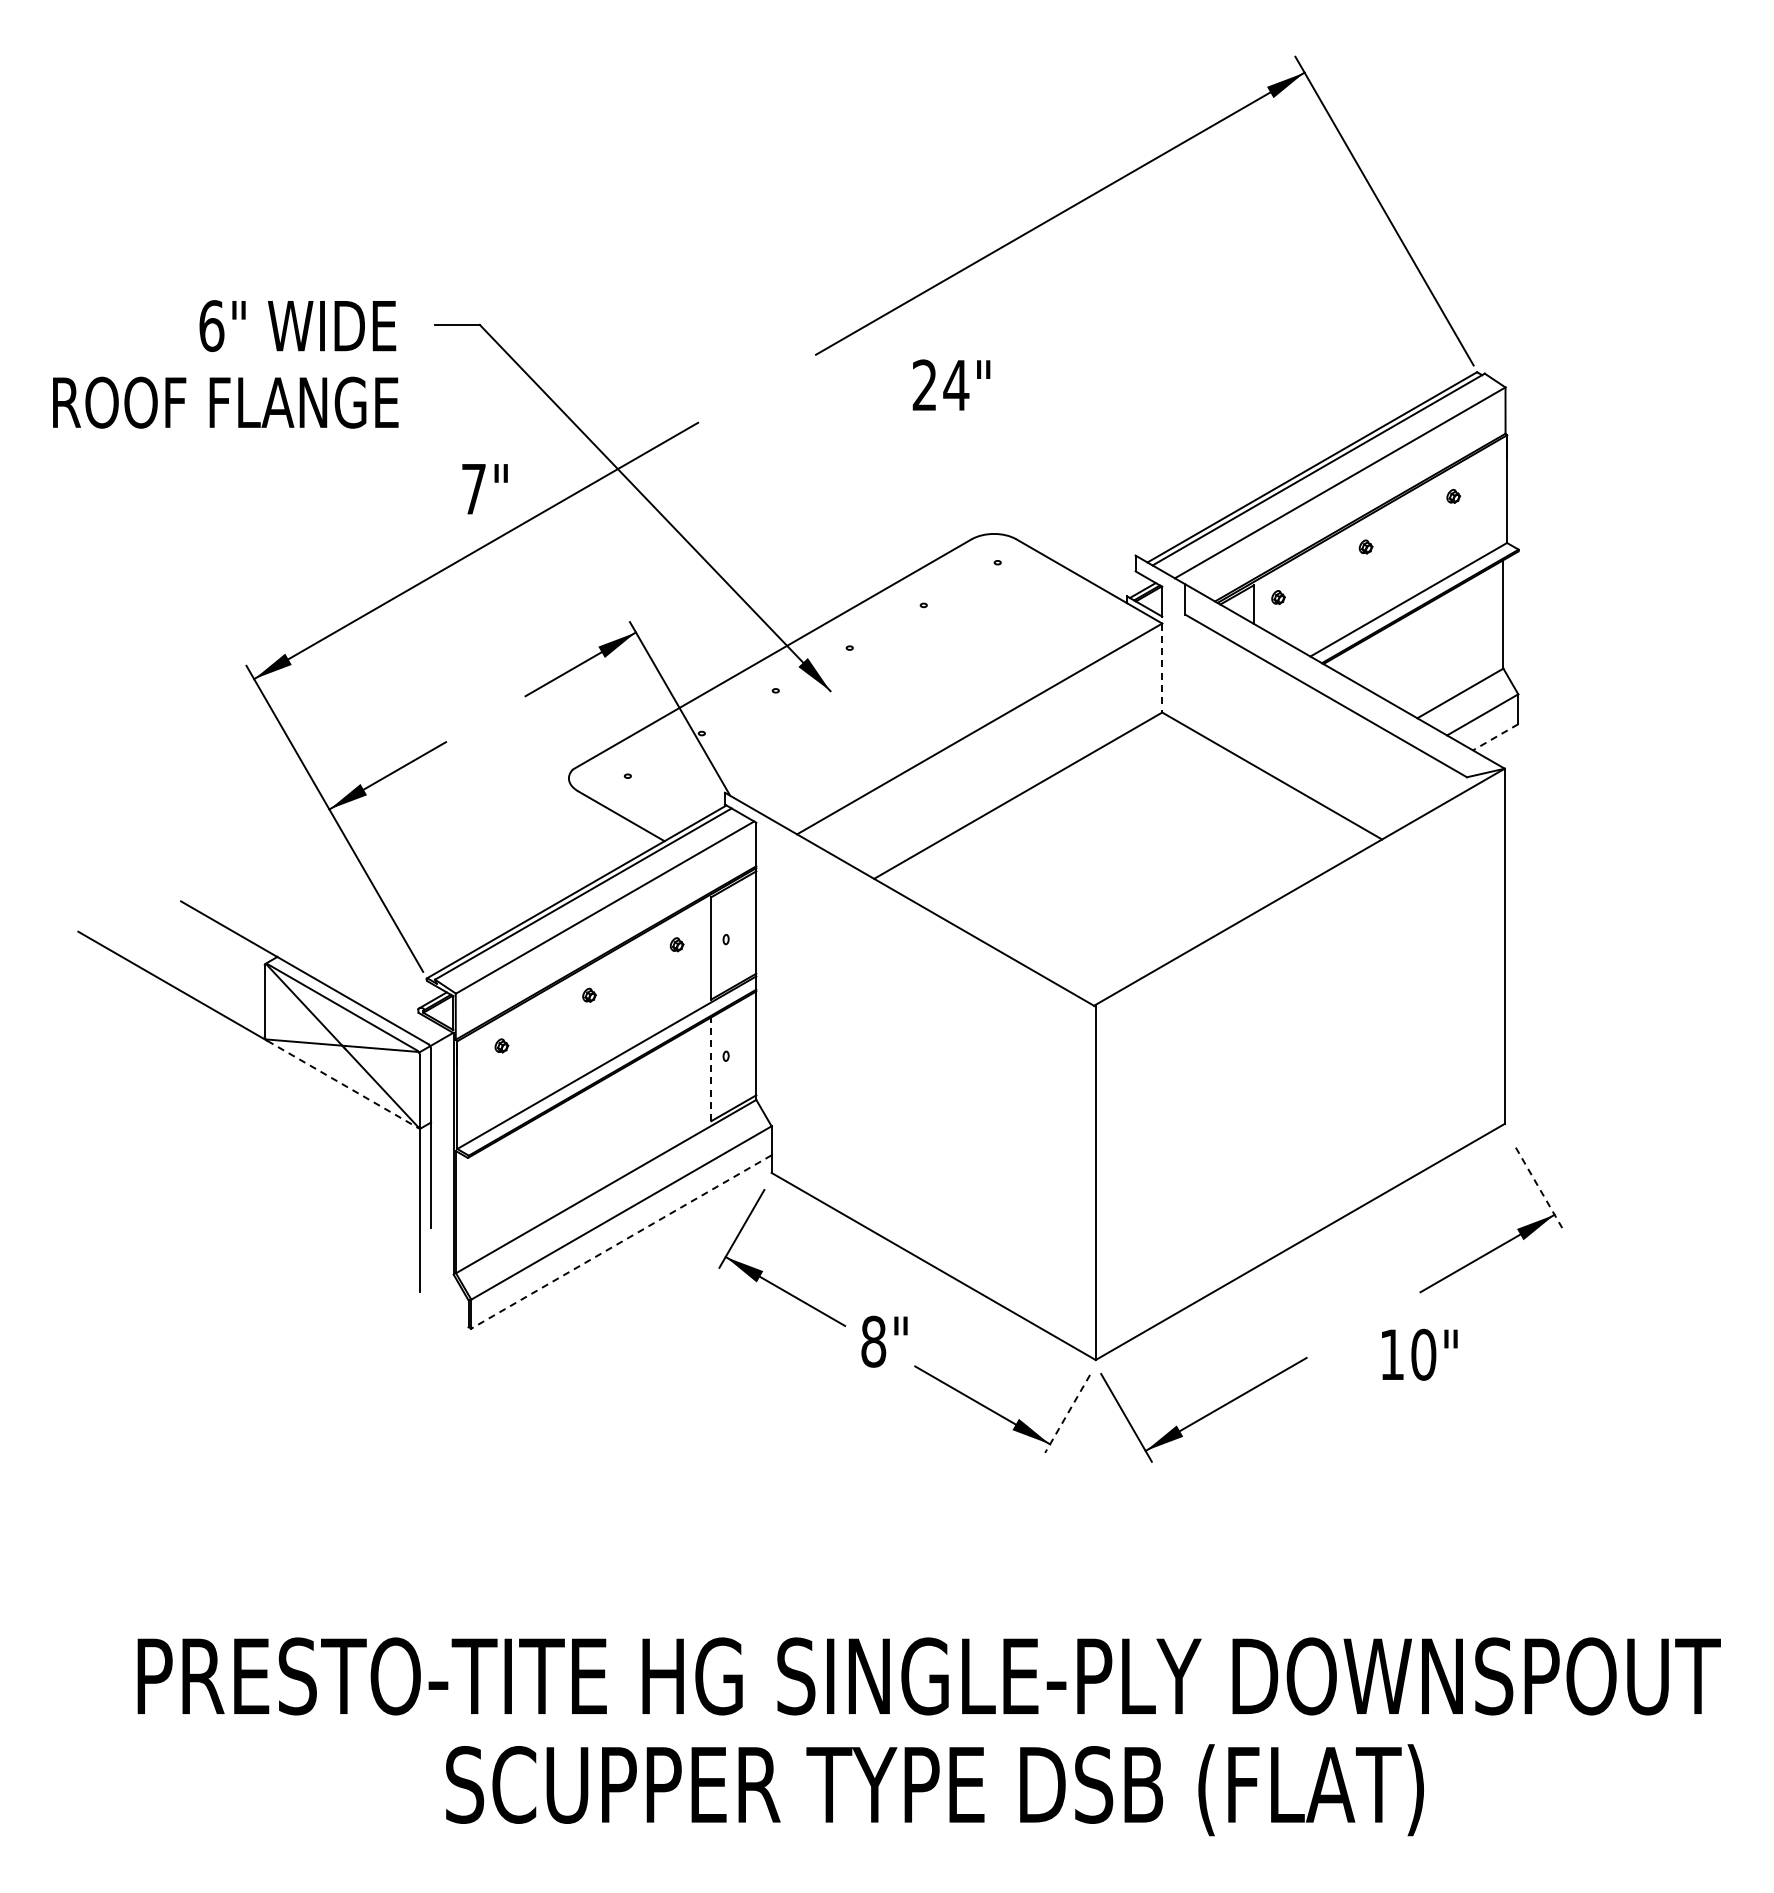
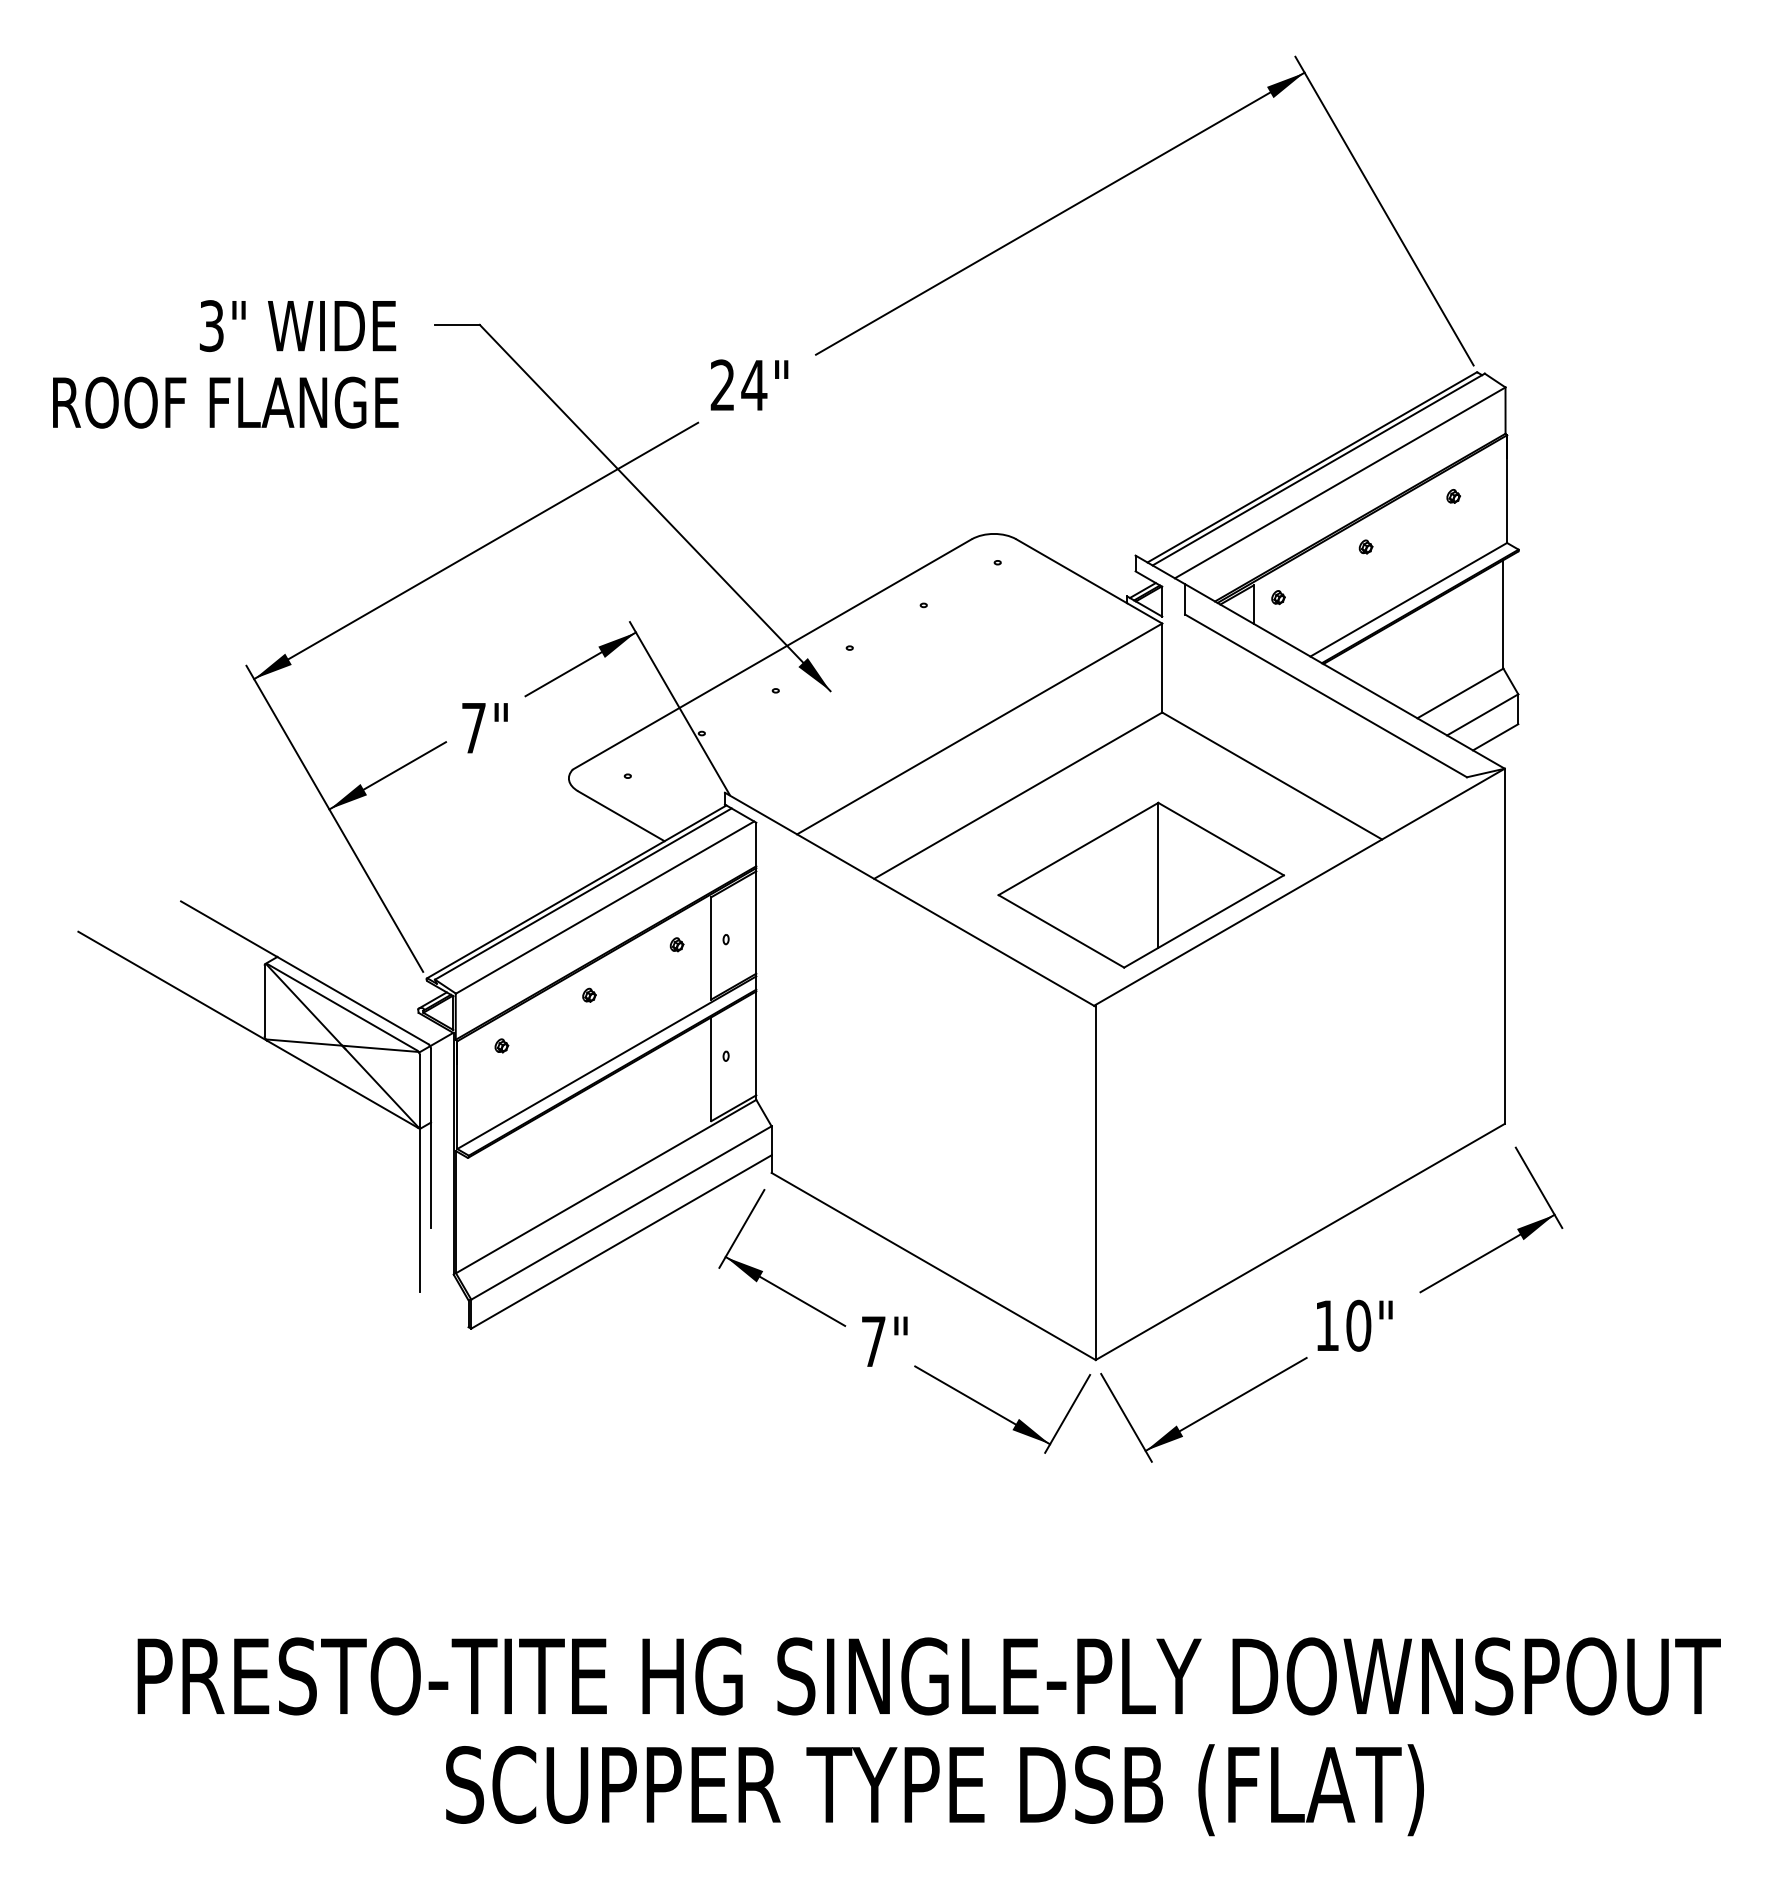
text at (211, 326): 6" -> 3"
text at (951, 384) position: (951, 384) -> (749, 384)
text at (484, 489) position: (484, 489) -> (484, 728)
line at (1162, 668): dashed -> solid
line at (1495, 737): dashed -> solid
part at (1140, 884): none -> present
line at (711, 1069): dashed -> solid
line at (344, 1085): dashed -> solid
line at (1539, 1188): dashed -> solid
line at (621, 1242): dashed -> solid
text at (873, 1341): 8" -> 7"
text at (1419, 1354) position: (1419, 1354) -> (1354, 1325)
line at (1067, 1413): dashed -> solid
